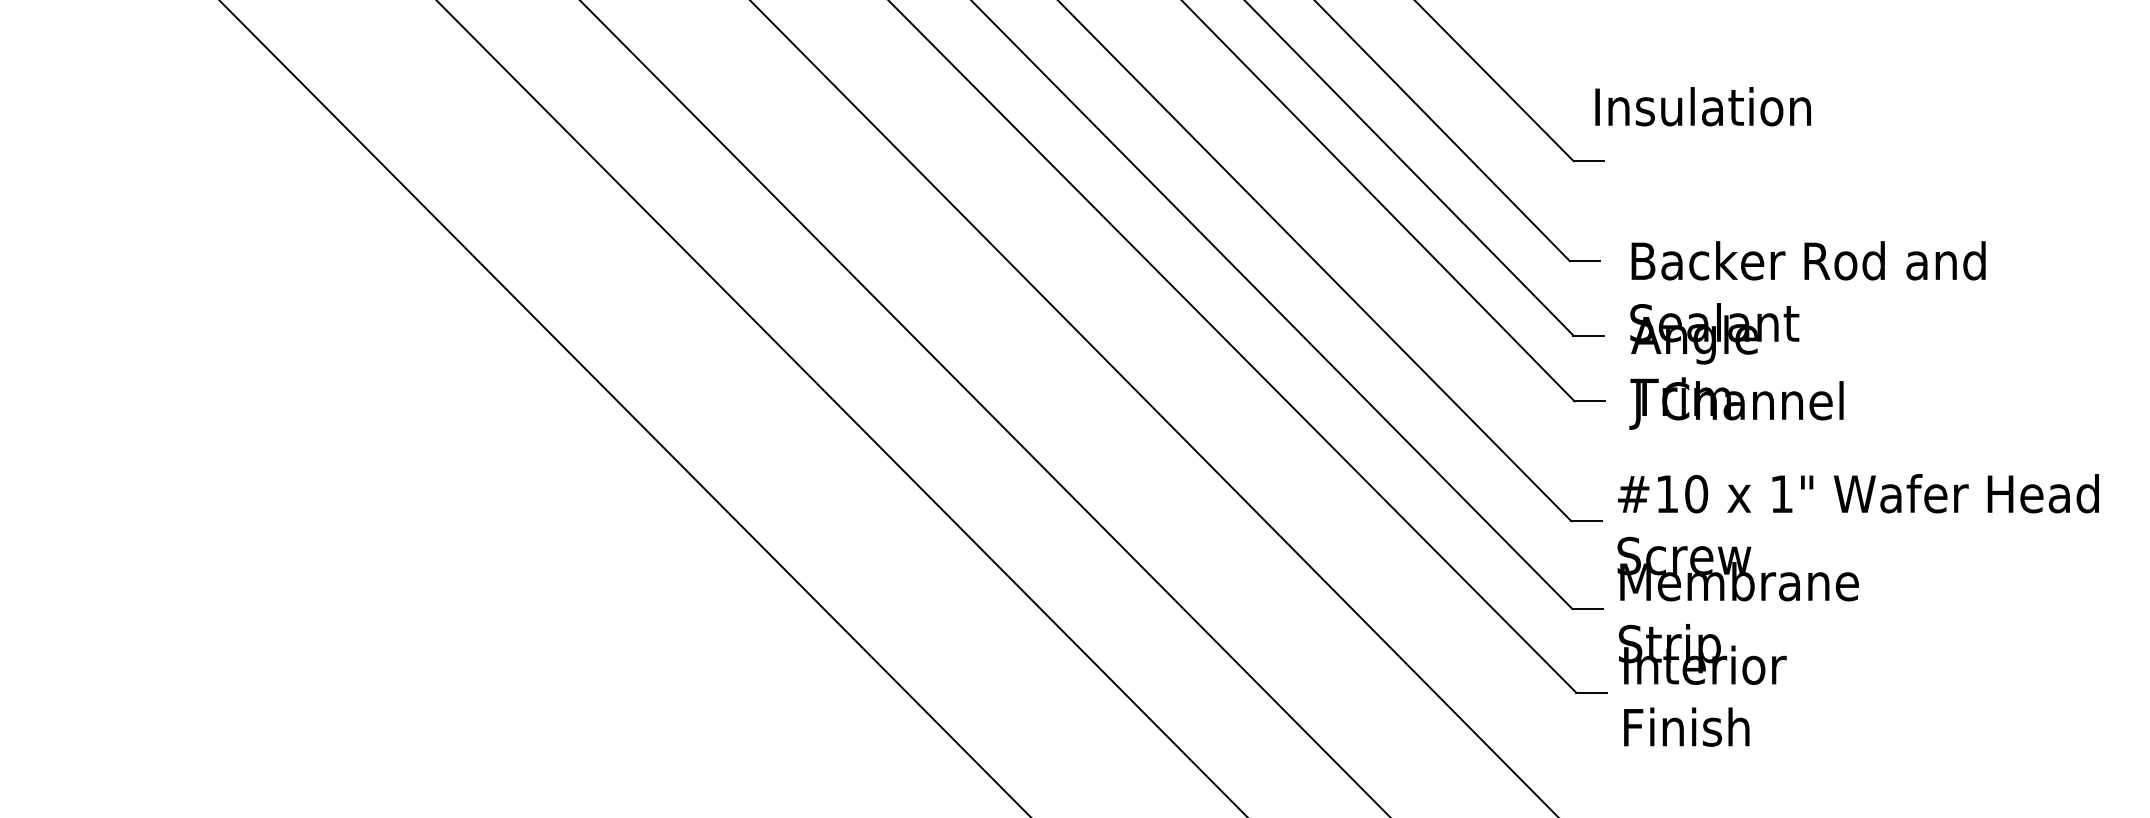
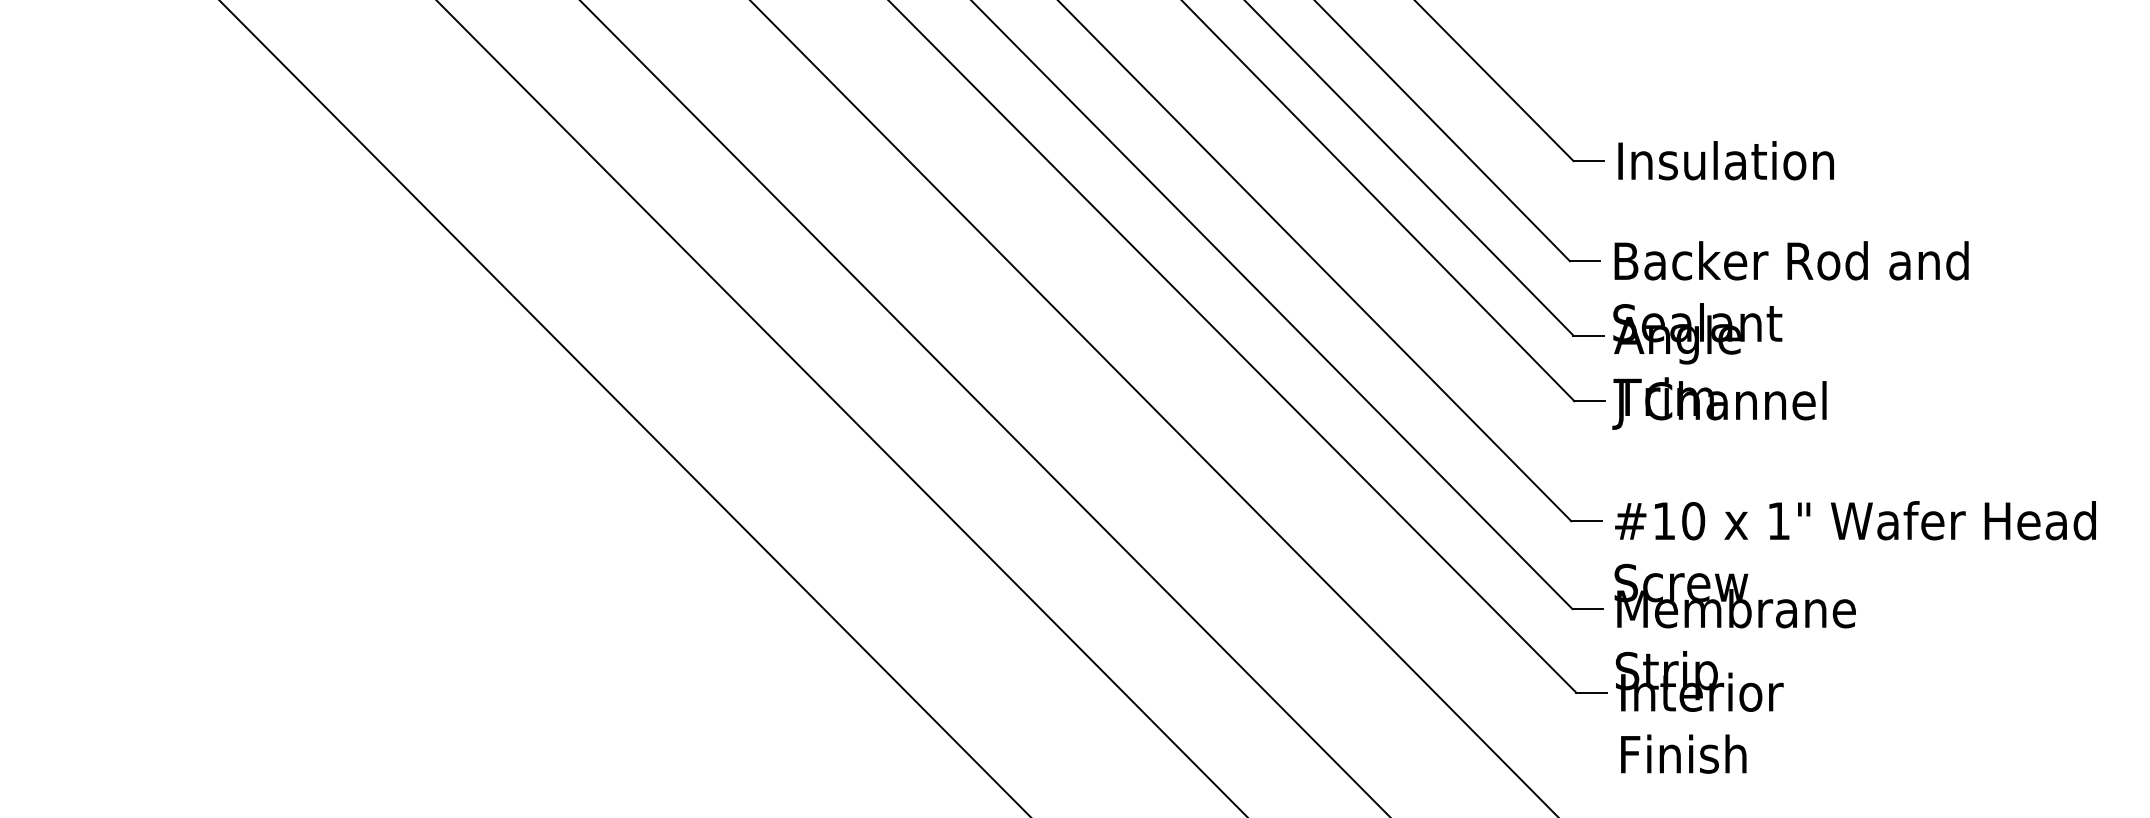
text at (1702, 106) position: (1702, 106) -> (1725, 160)
text at (1807, 335) position: (1807, 335) -> (1790, 335)
text at (1857, 610) position: (1857, 610) -> (1854, 637)
